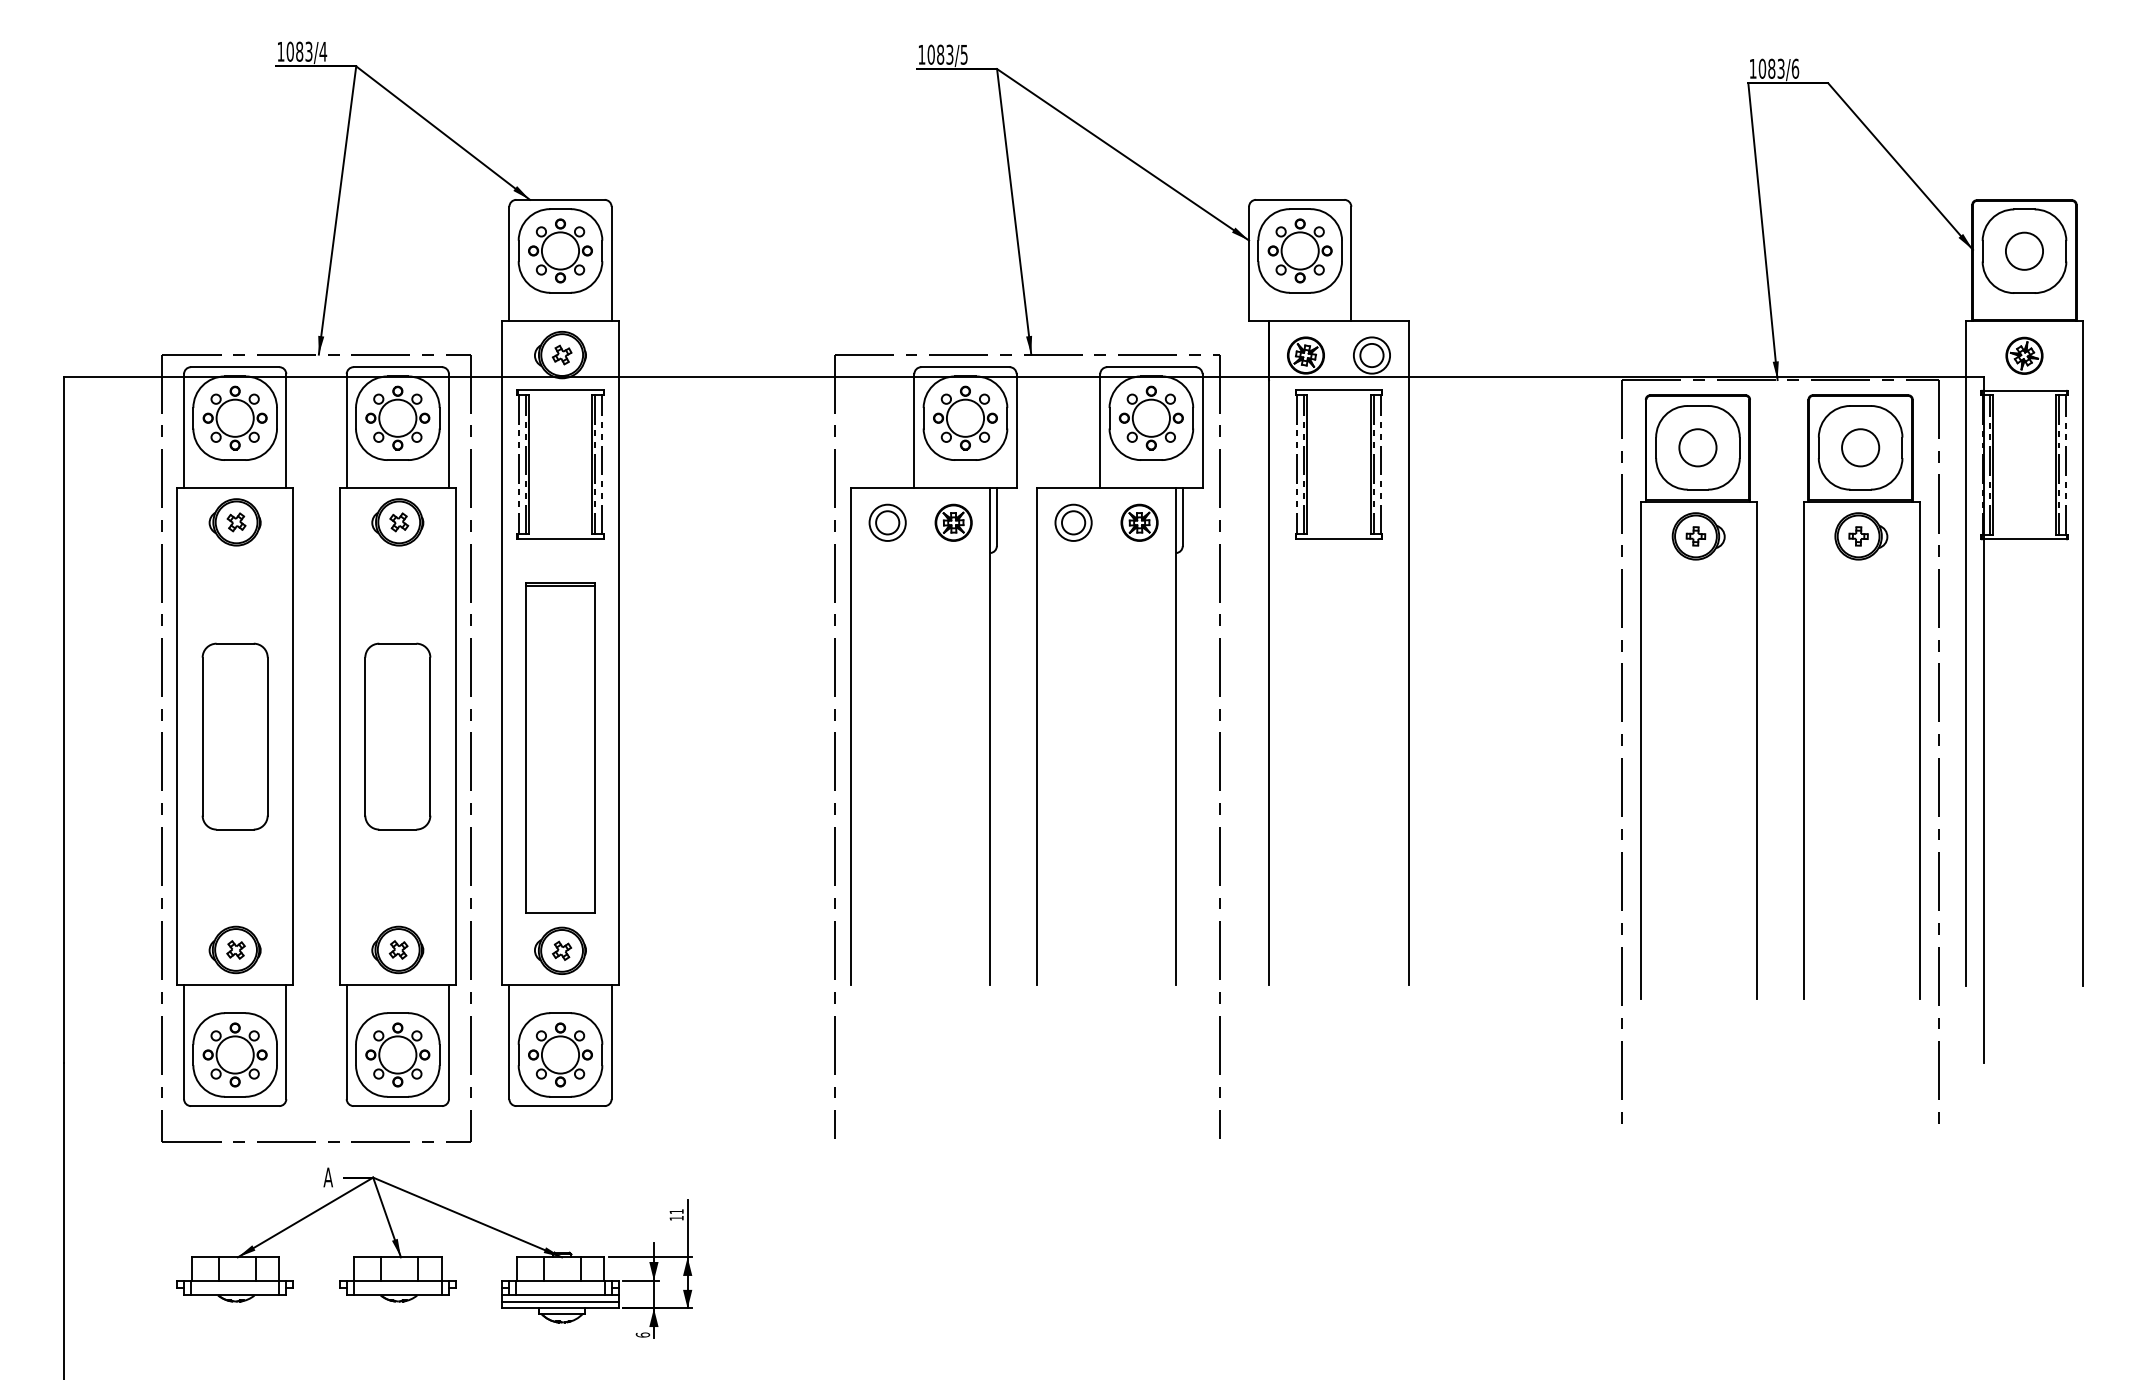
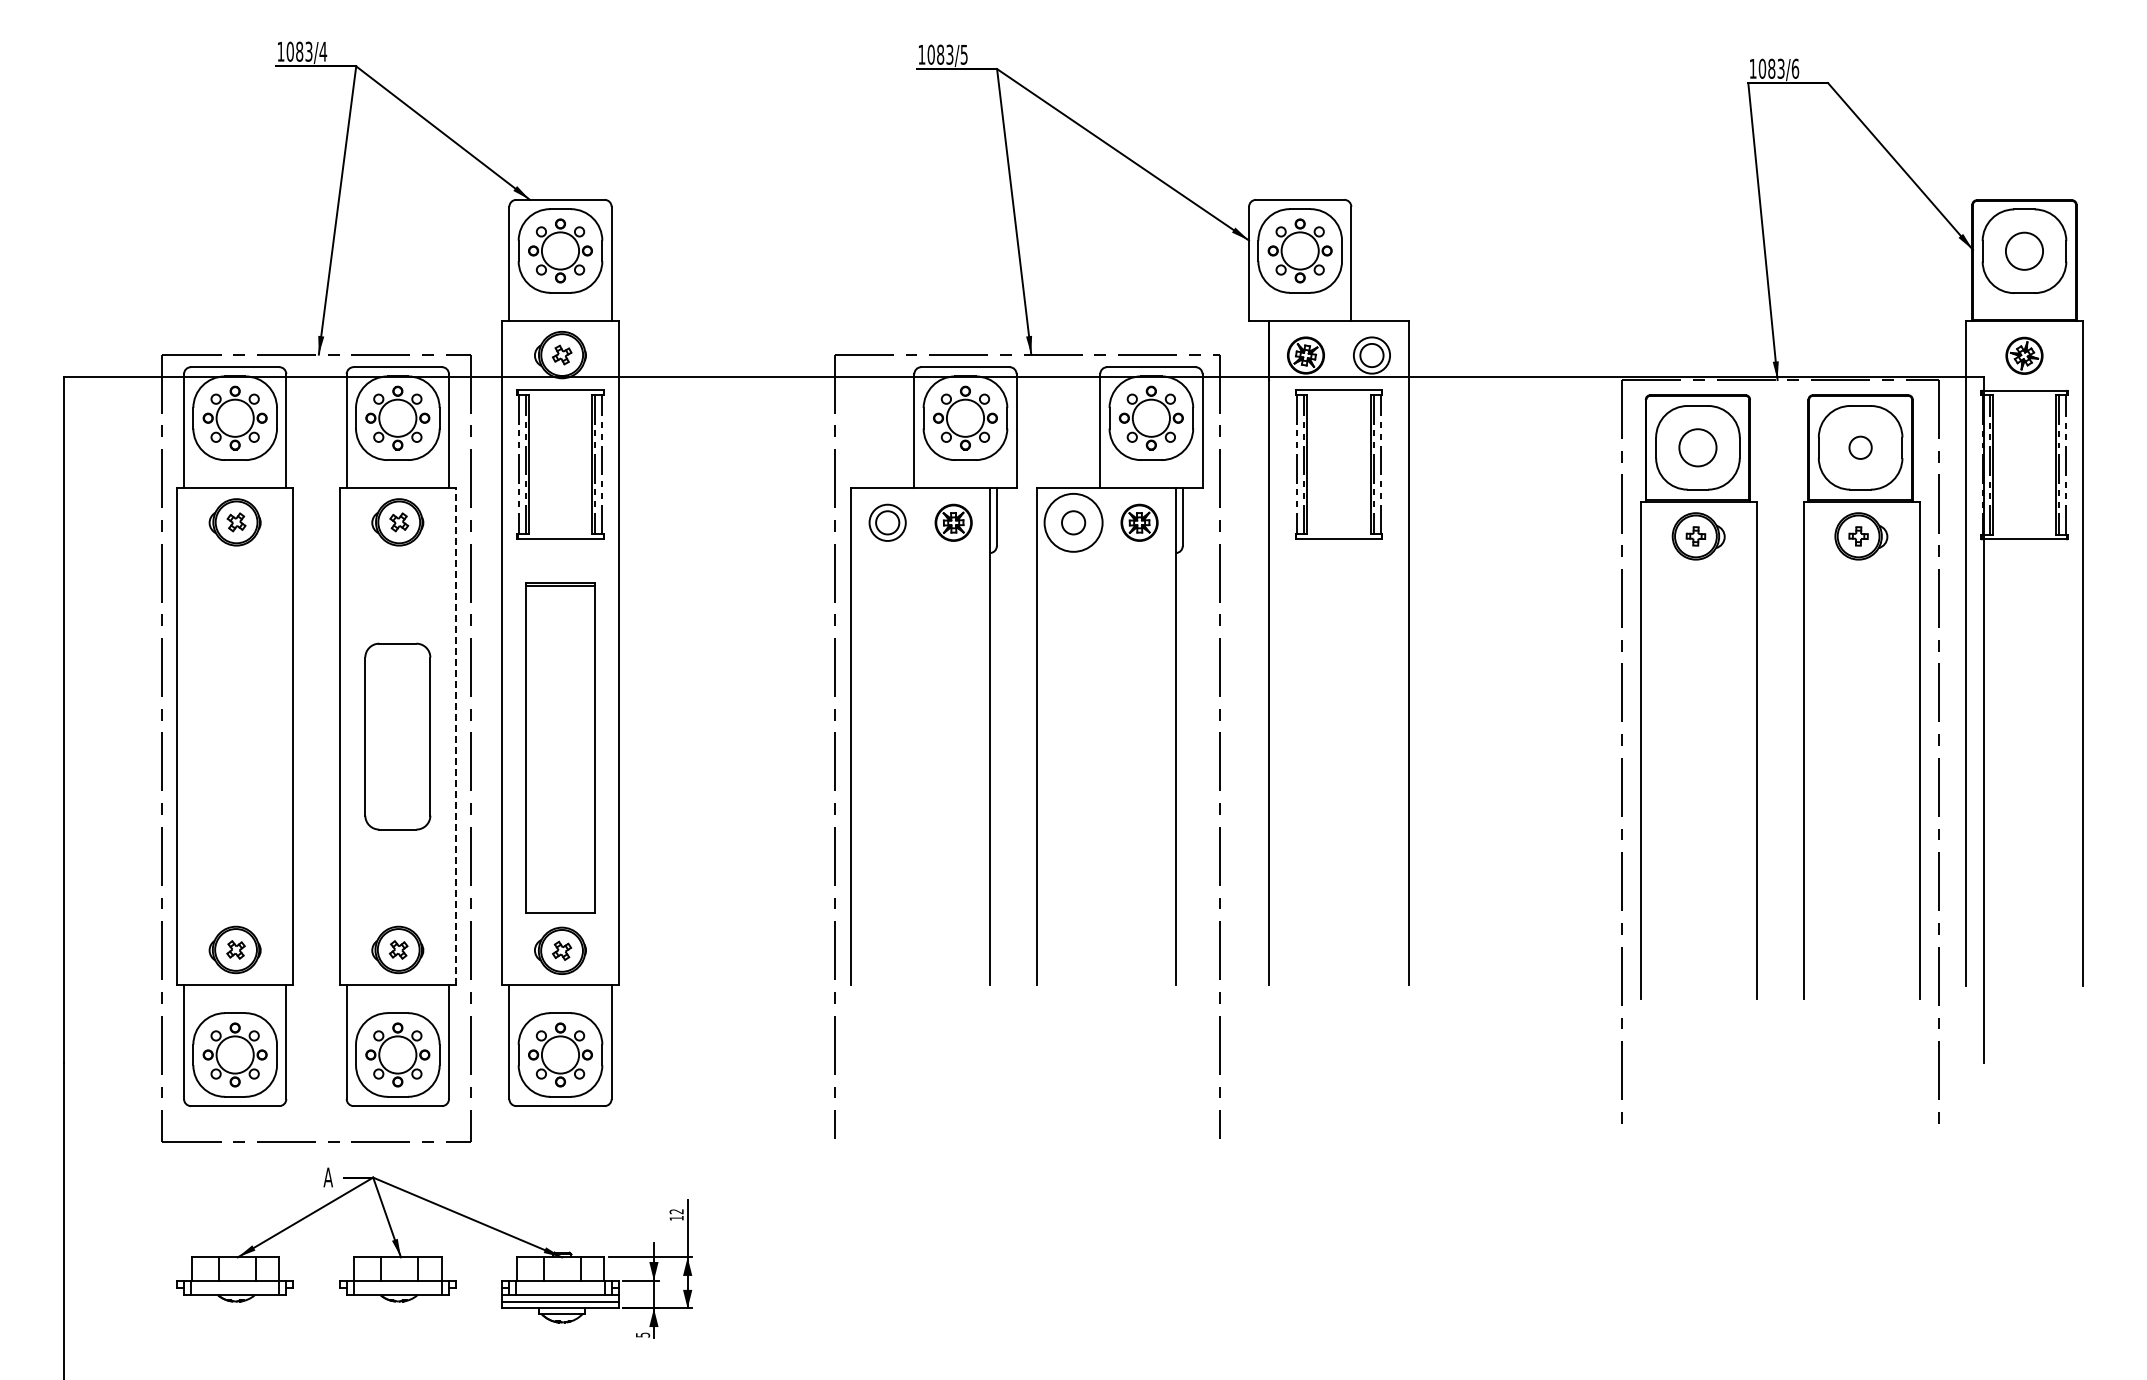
circle at (1860, 447) diameter: 37 px -> 22 px
circle at (1073, 522) diameter: 36 px -> 58 px
part at (234, 736): present -> none
line at (455, 736): solid -> dashed
text at (676, 1211): 11 -> 12
text at (642, 1334): 6 -> 5
